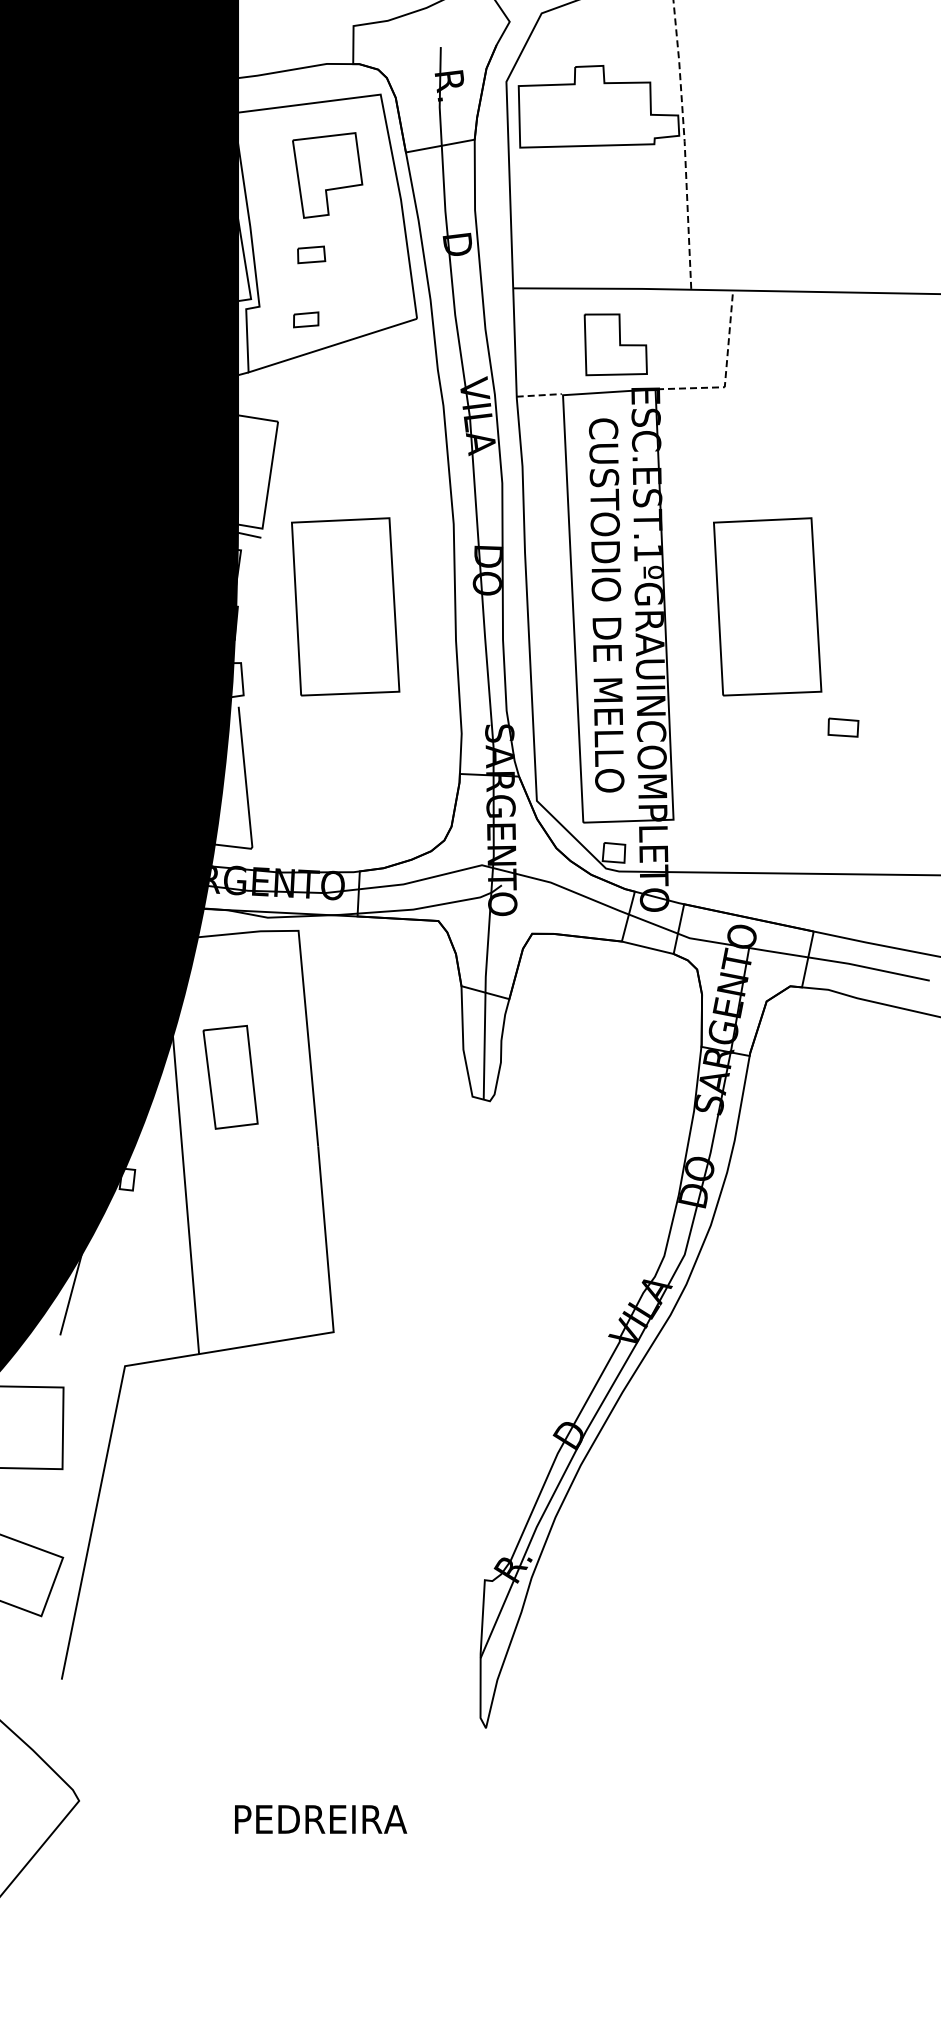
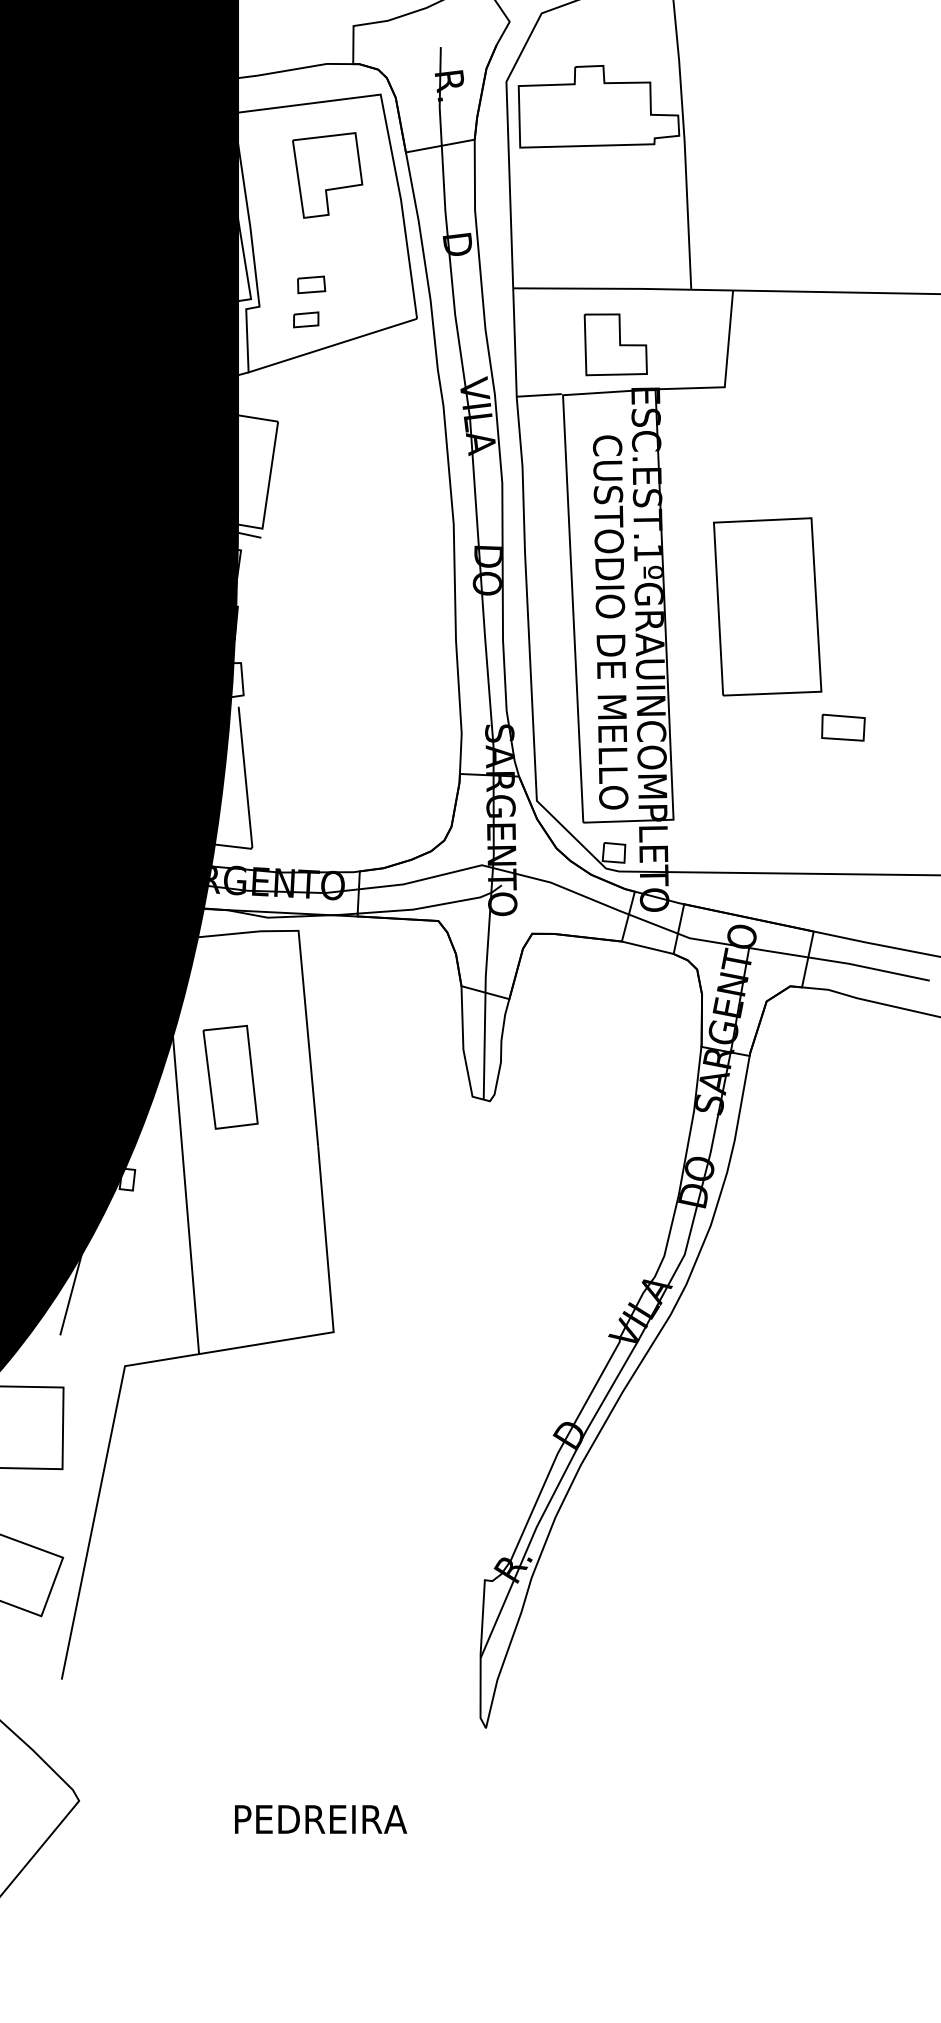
line at (684, 143): dashed -> solid
part at (311, 254) position: (311, 254) -> (311, 284)
line at (726, 372): dashed -> solid
line at (539, 395): dashed -> solid
text at (606, 605) position: (606, 605) -> (610, 622)
part at (345, 606): present -> none
part at (843, 727) size: 33x21 px -> 45x29 px
